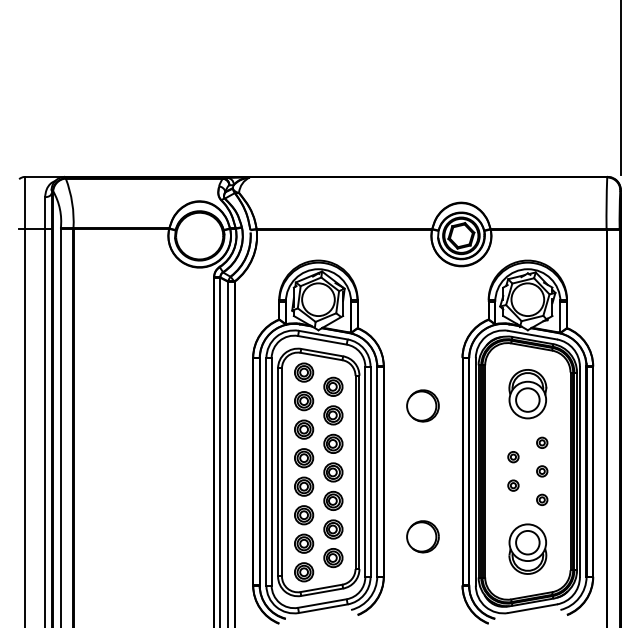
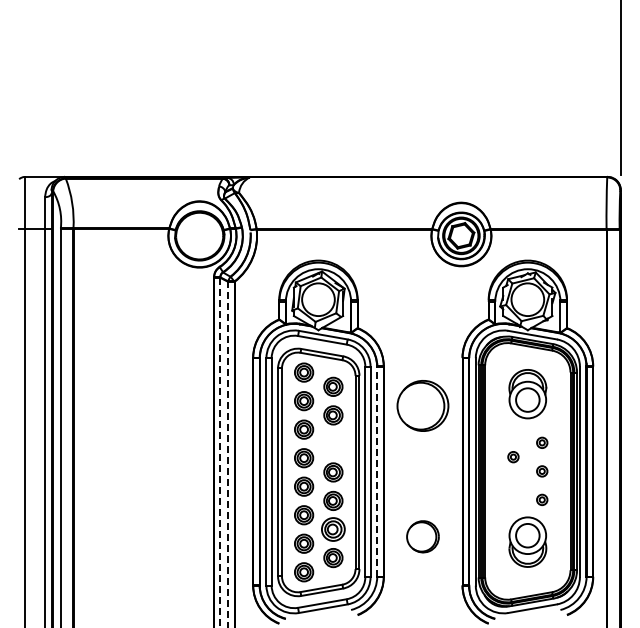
part at (422, 405) size: 34x34 px -> 54x52 px
part at (333, 443): present -> none
line at (220, 452): solid -> dashed
line at (228, 454): solid -> dashed
line at (377, 470): solid -> dashed
part at (513, 485): present -> none
part at (333, 529) size: 21x21 px -> 25x25 px
part at (527, 548) position: (527, 548) -> (527, 541)
